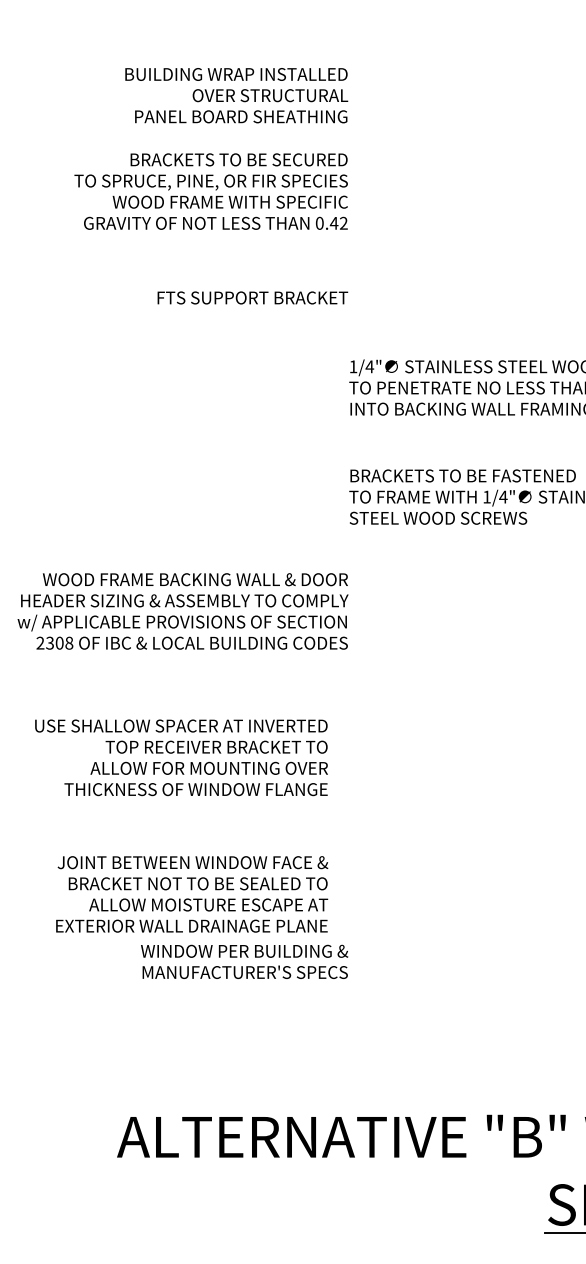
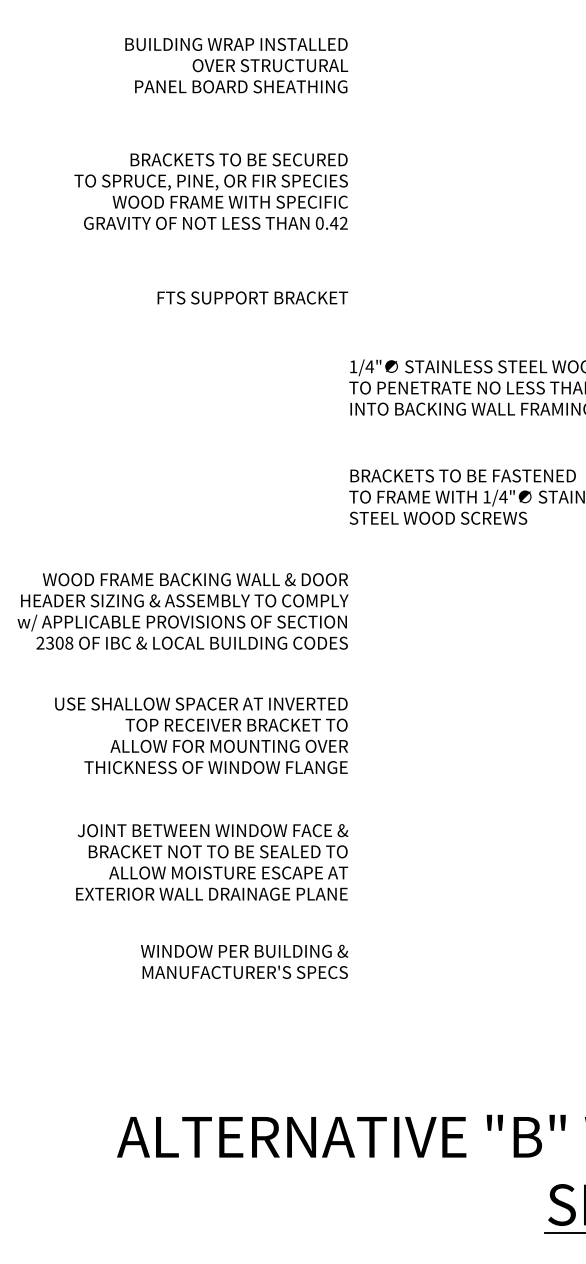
text at (236, 95) position: (236, 95) -> (236, 65)
text at (181, 757) position: (181, 757) -> (201, 735)
text at (192, 894) position: (192, 894) -> (212, 862)
